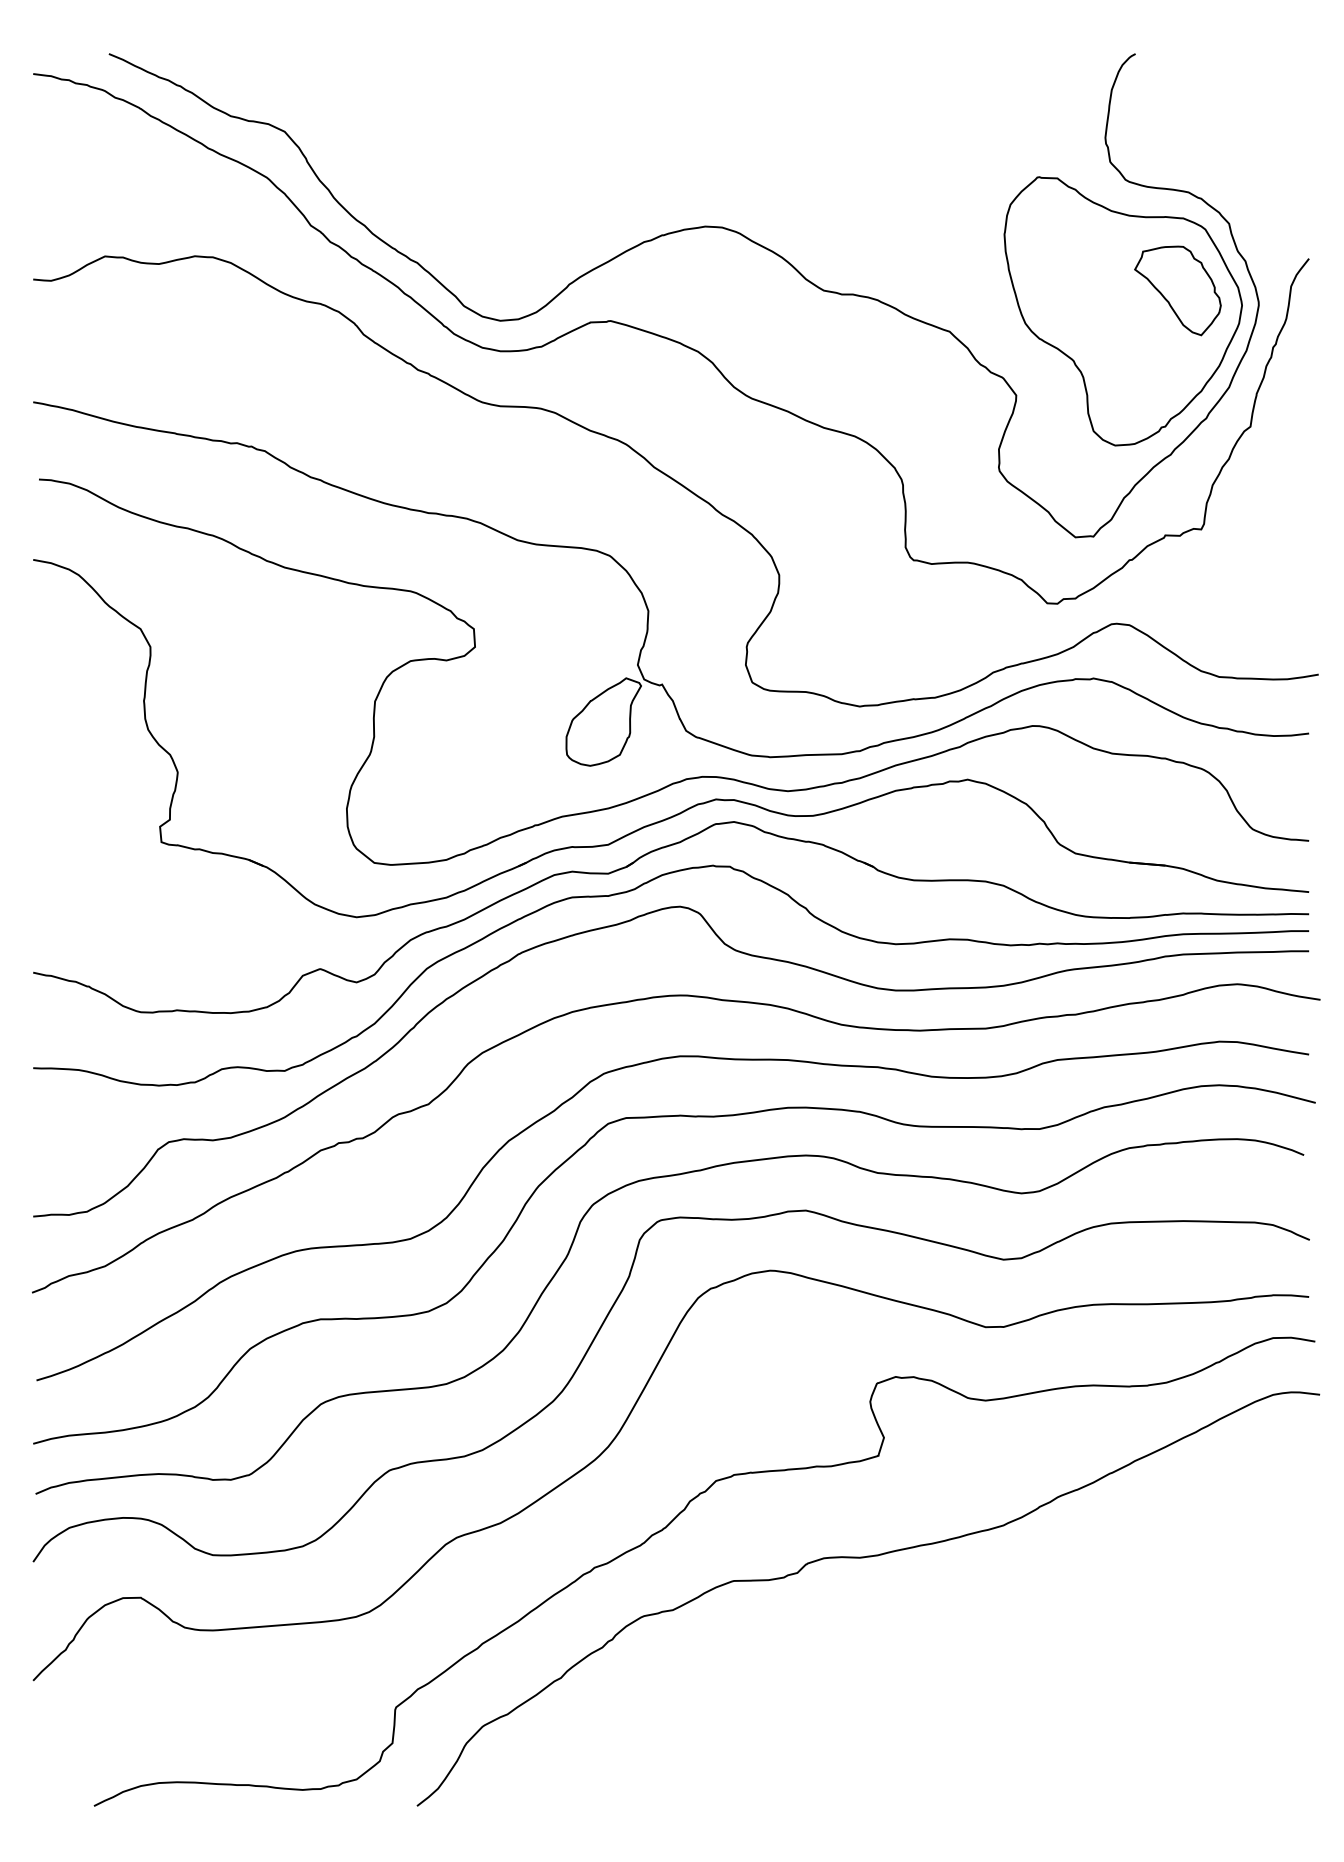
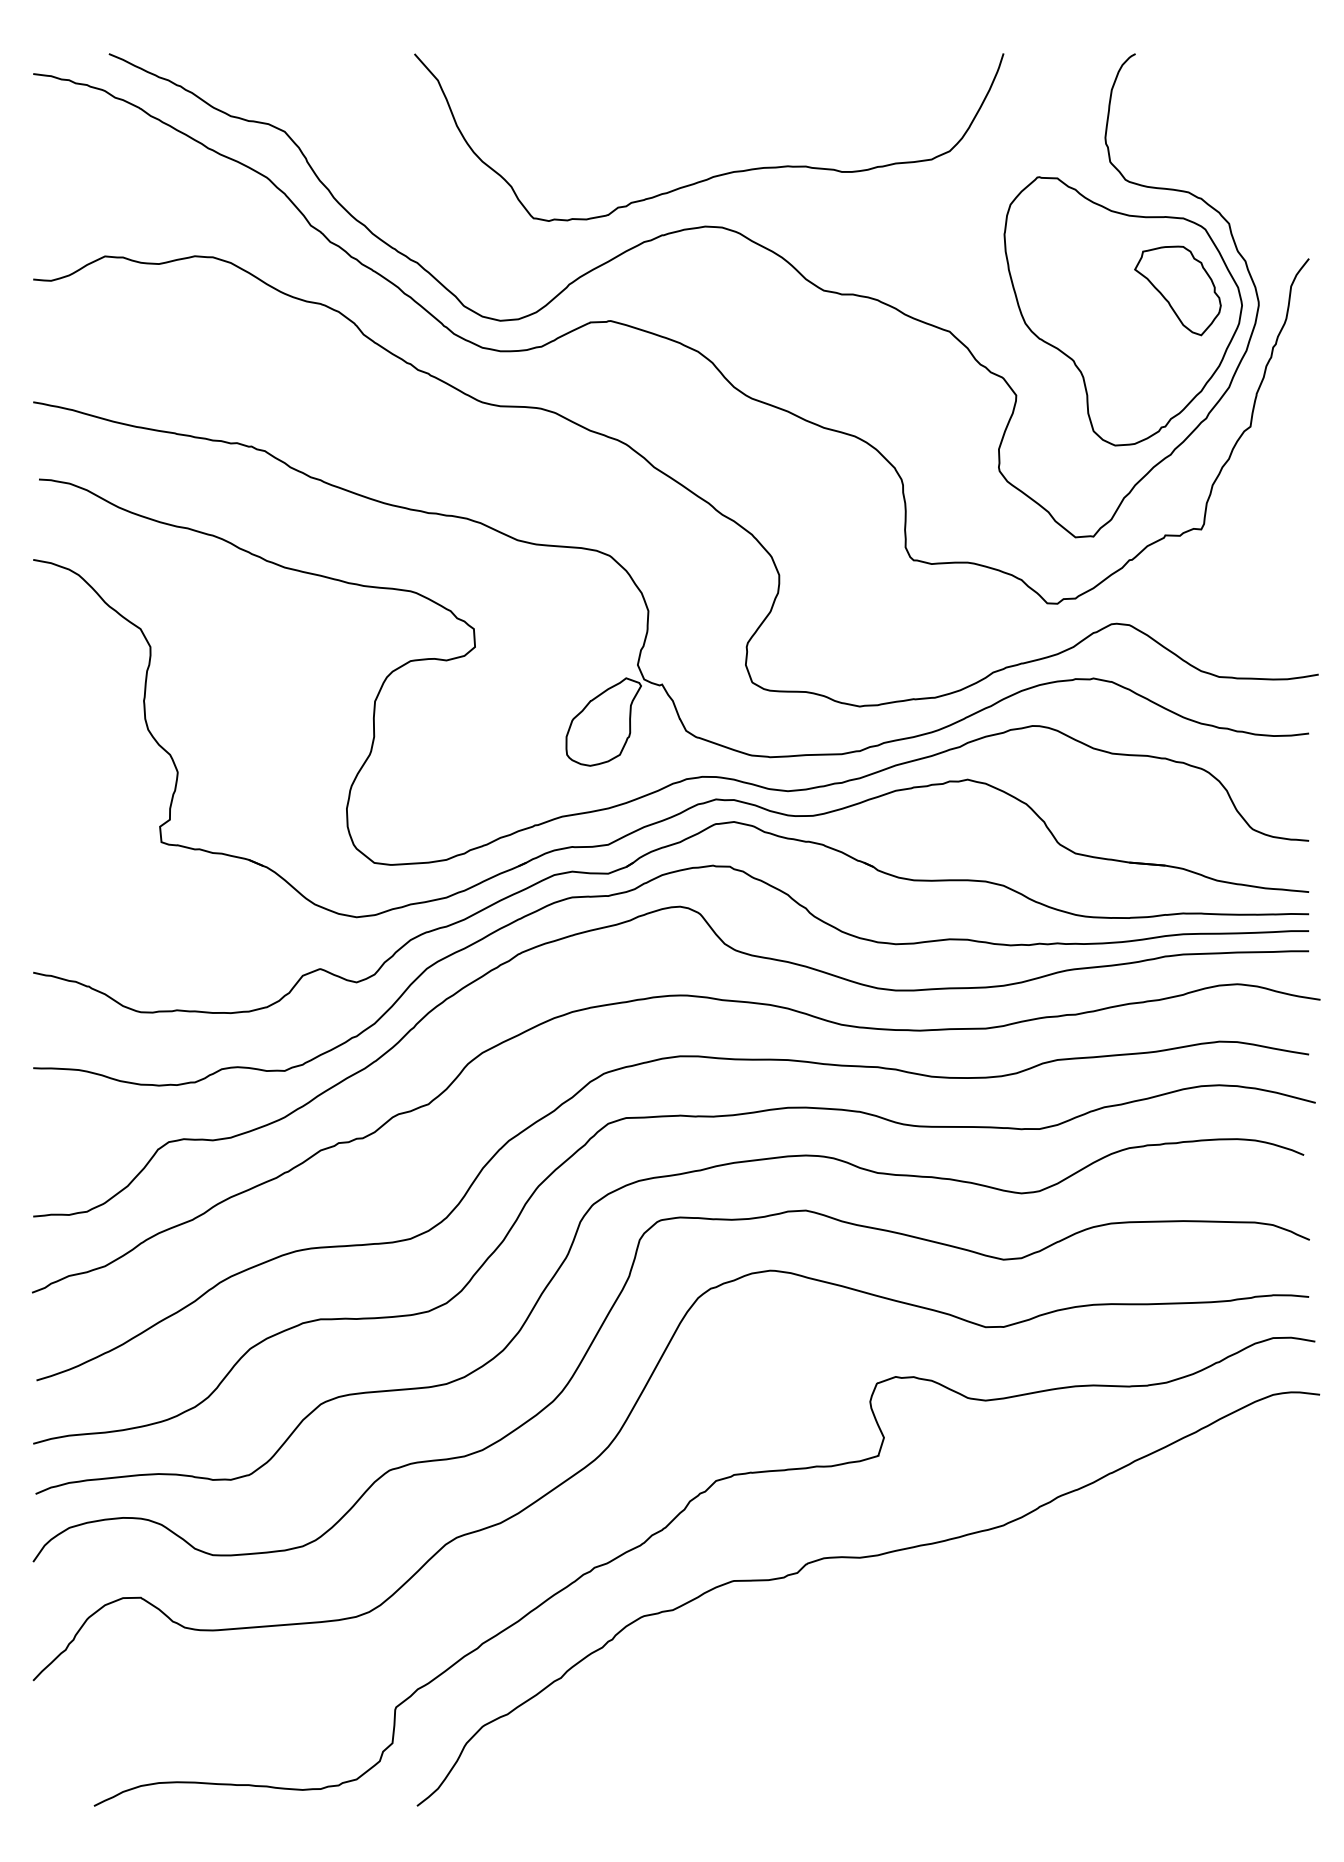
curve at (718, 174): none -> present
